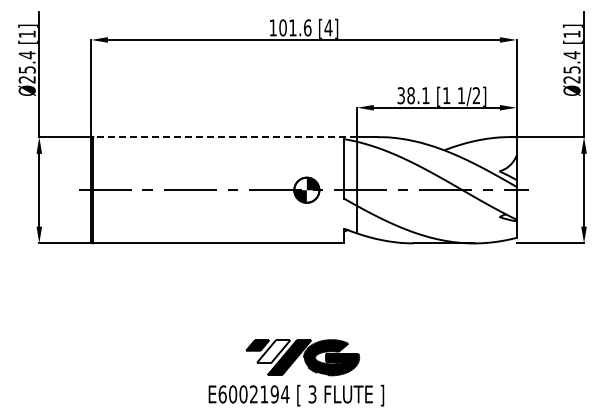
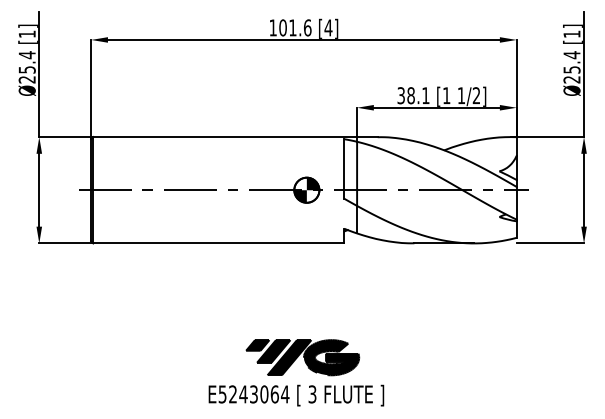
line at (225, 137): dashed -> solid
fill at (273, 351): none -> present
text at (248, 394): E6002194 -> E5243064
